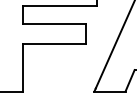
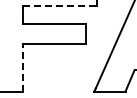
line at (60, 5): solid -> dashed
line at (23, 67): solid -> dashed
